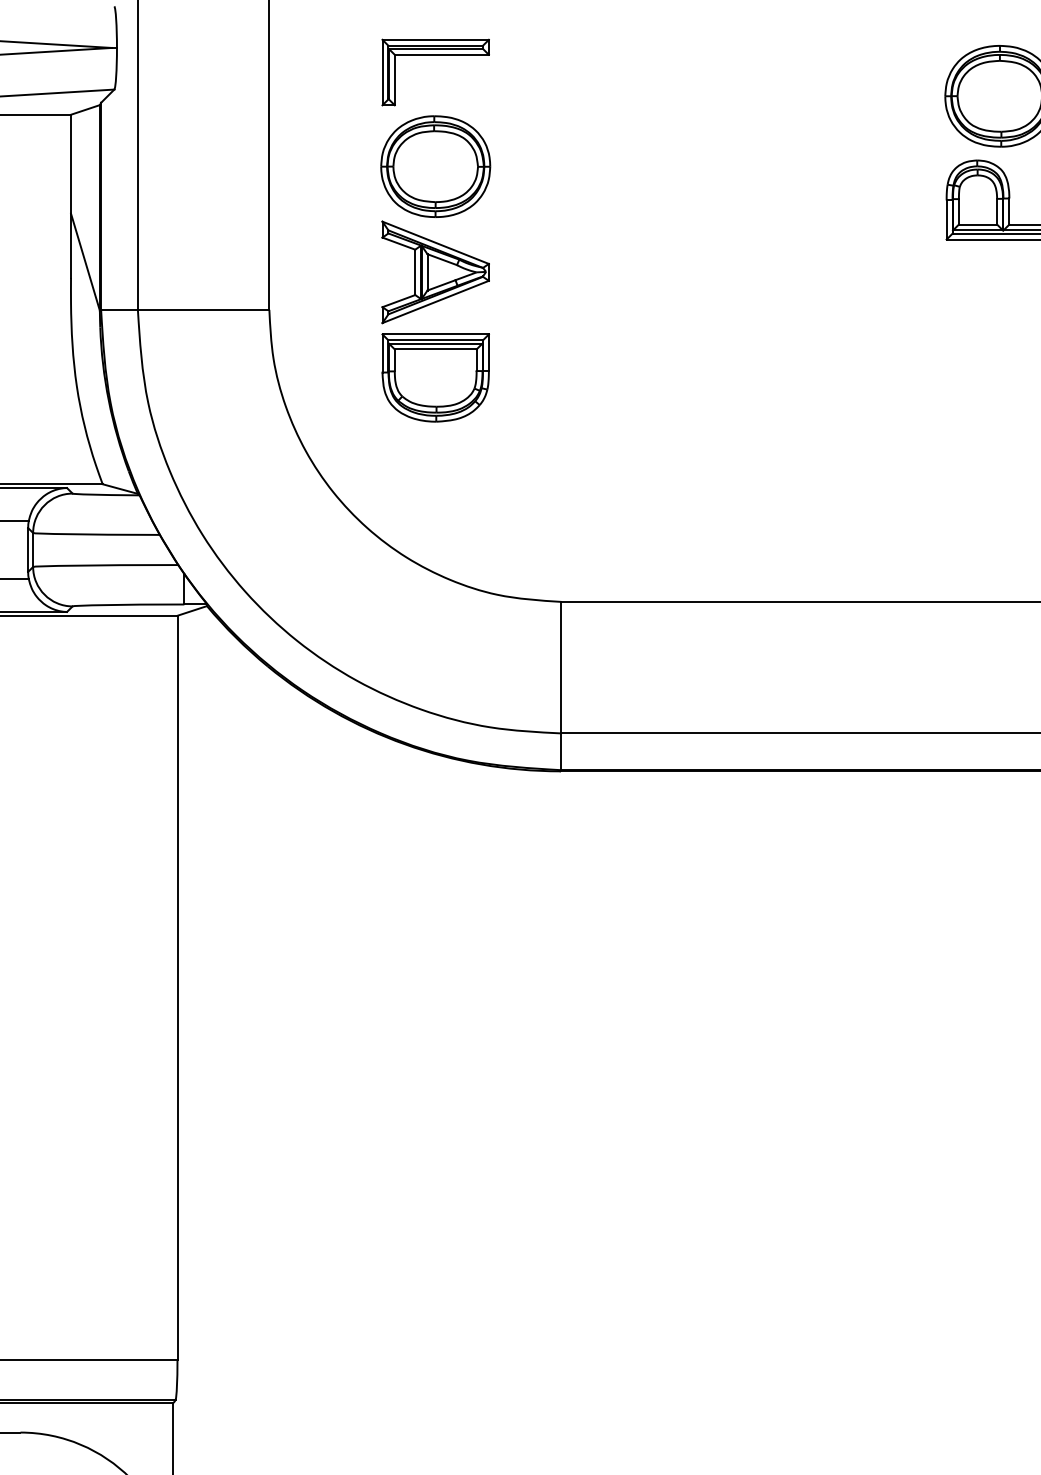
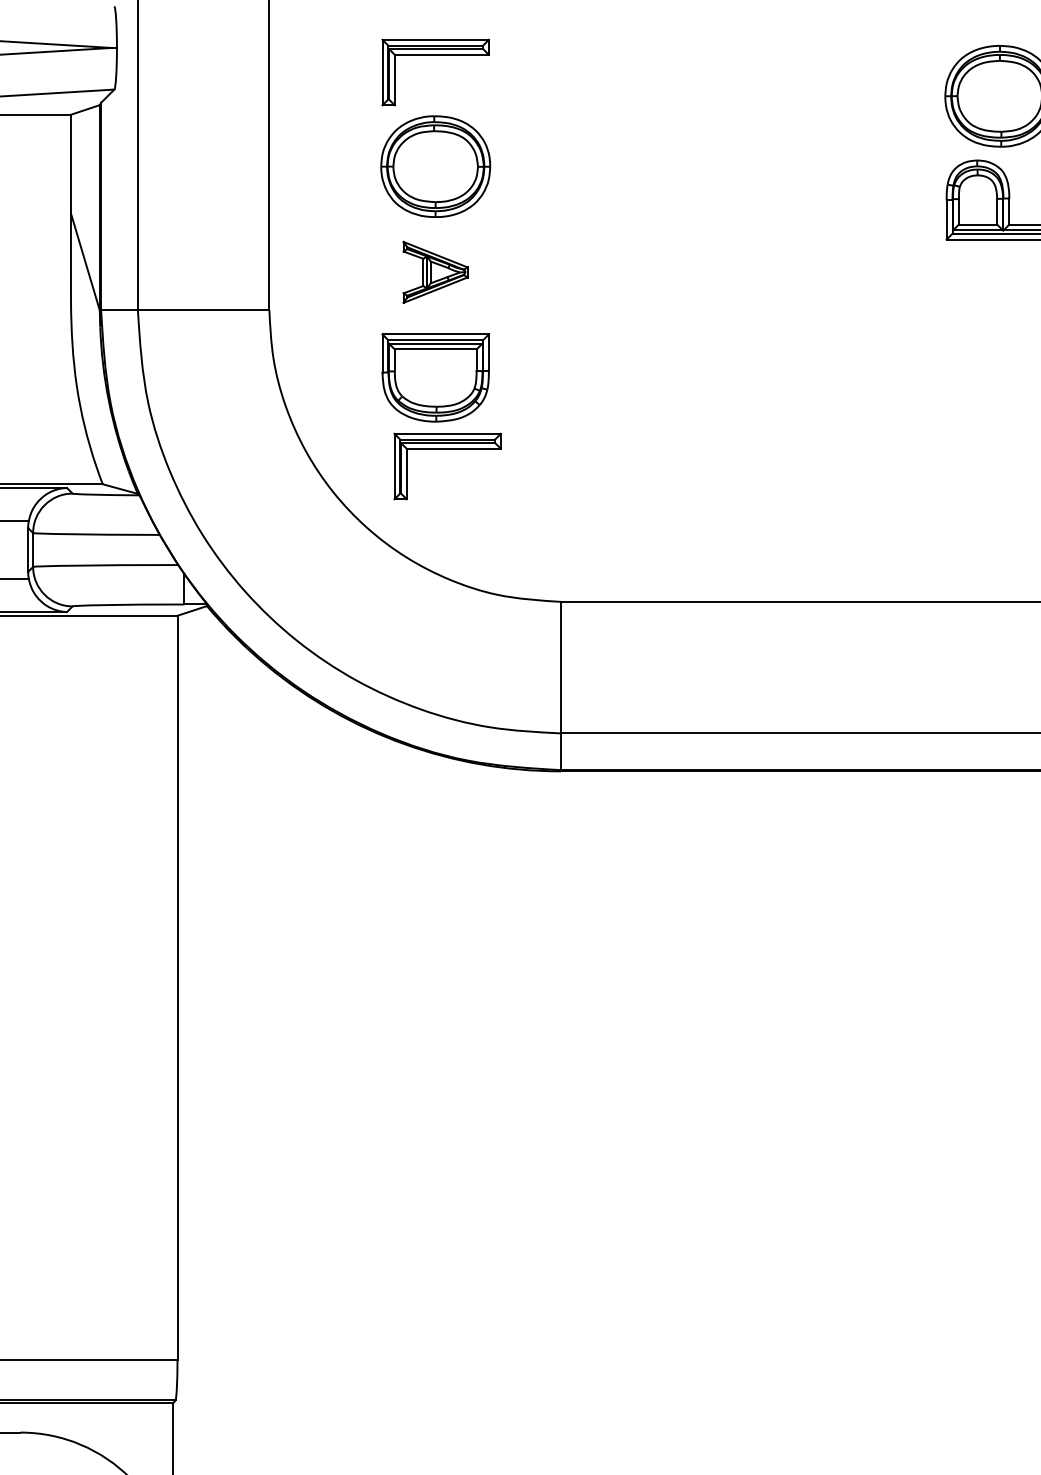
part at (435, 272) size: 109x105 px -> 67x64 px
part at (447, 449): none -> present
